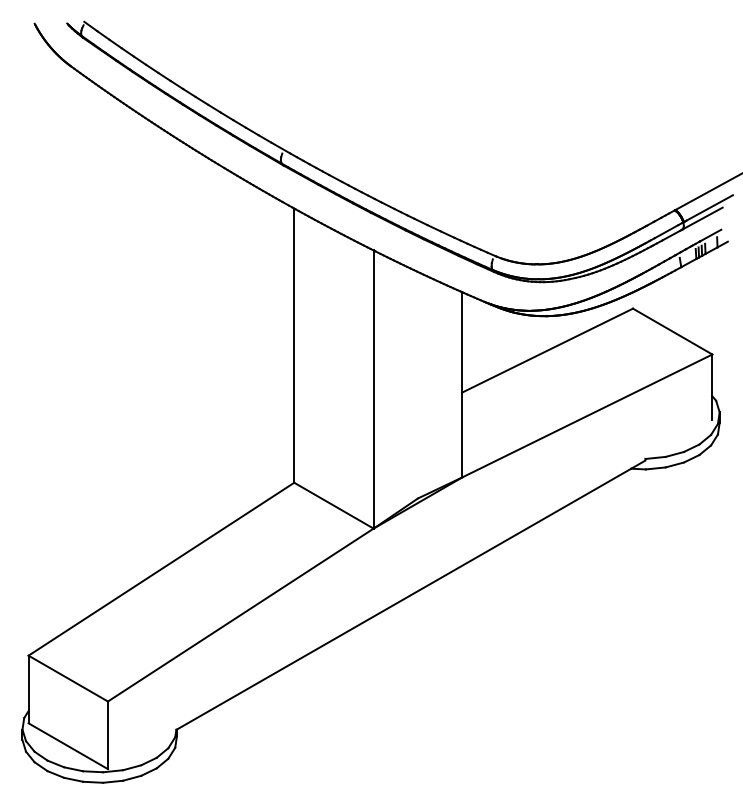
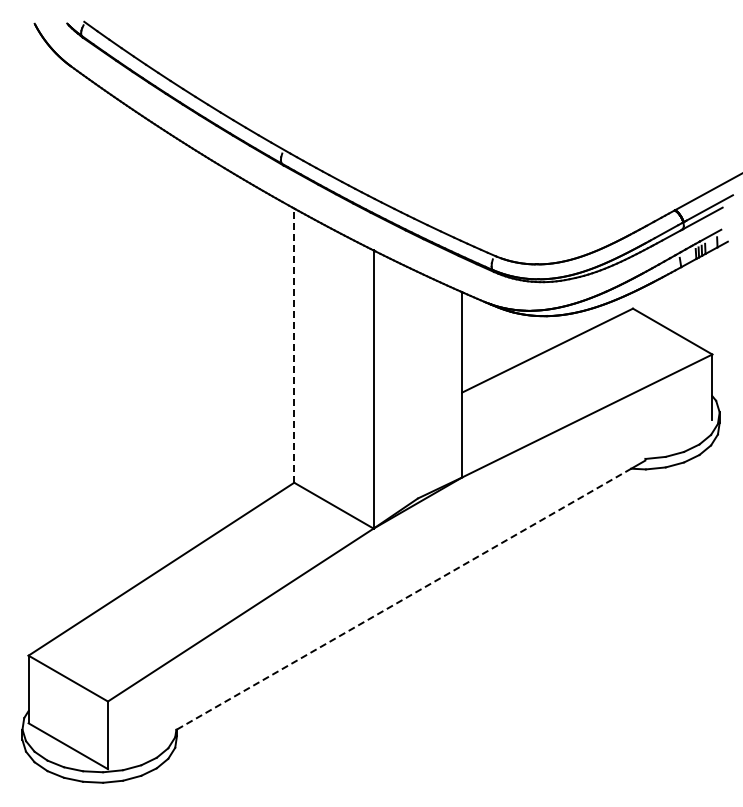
line at (294, 345): solid -> dashed
line at (404, 599): solid -> dashed
